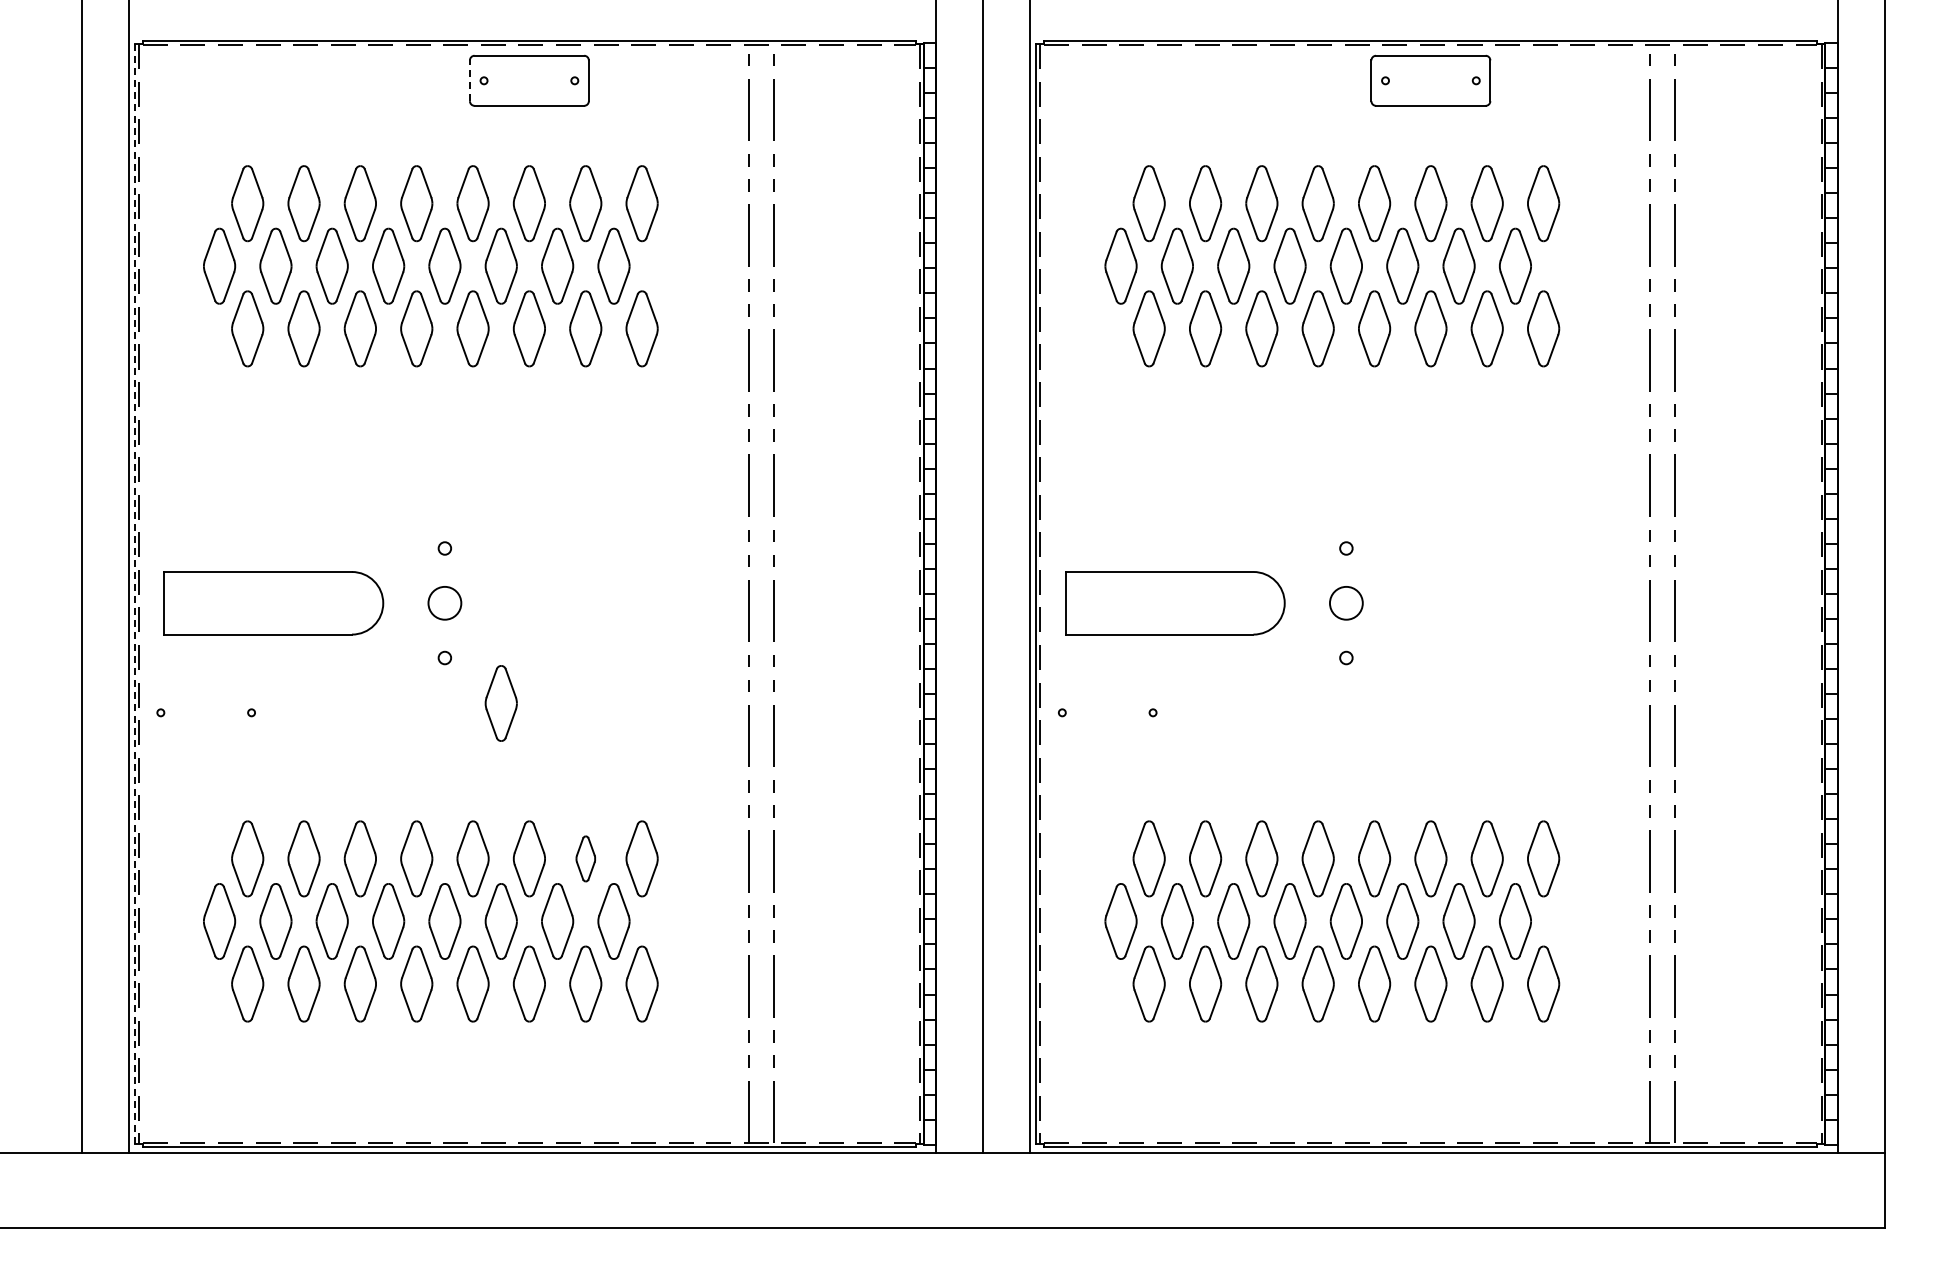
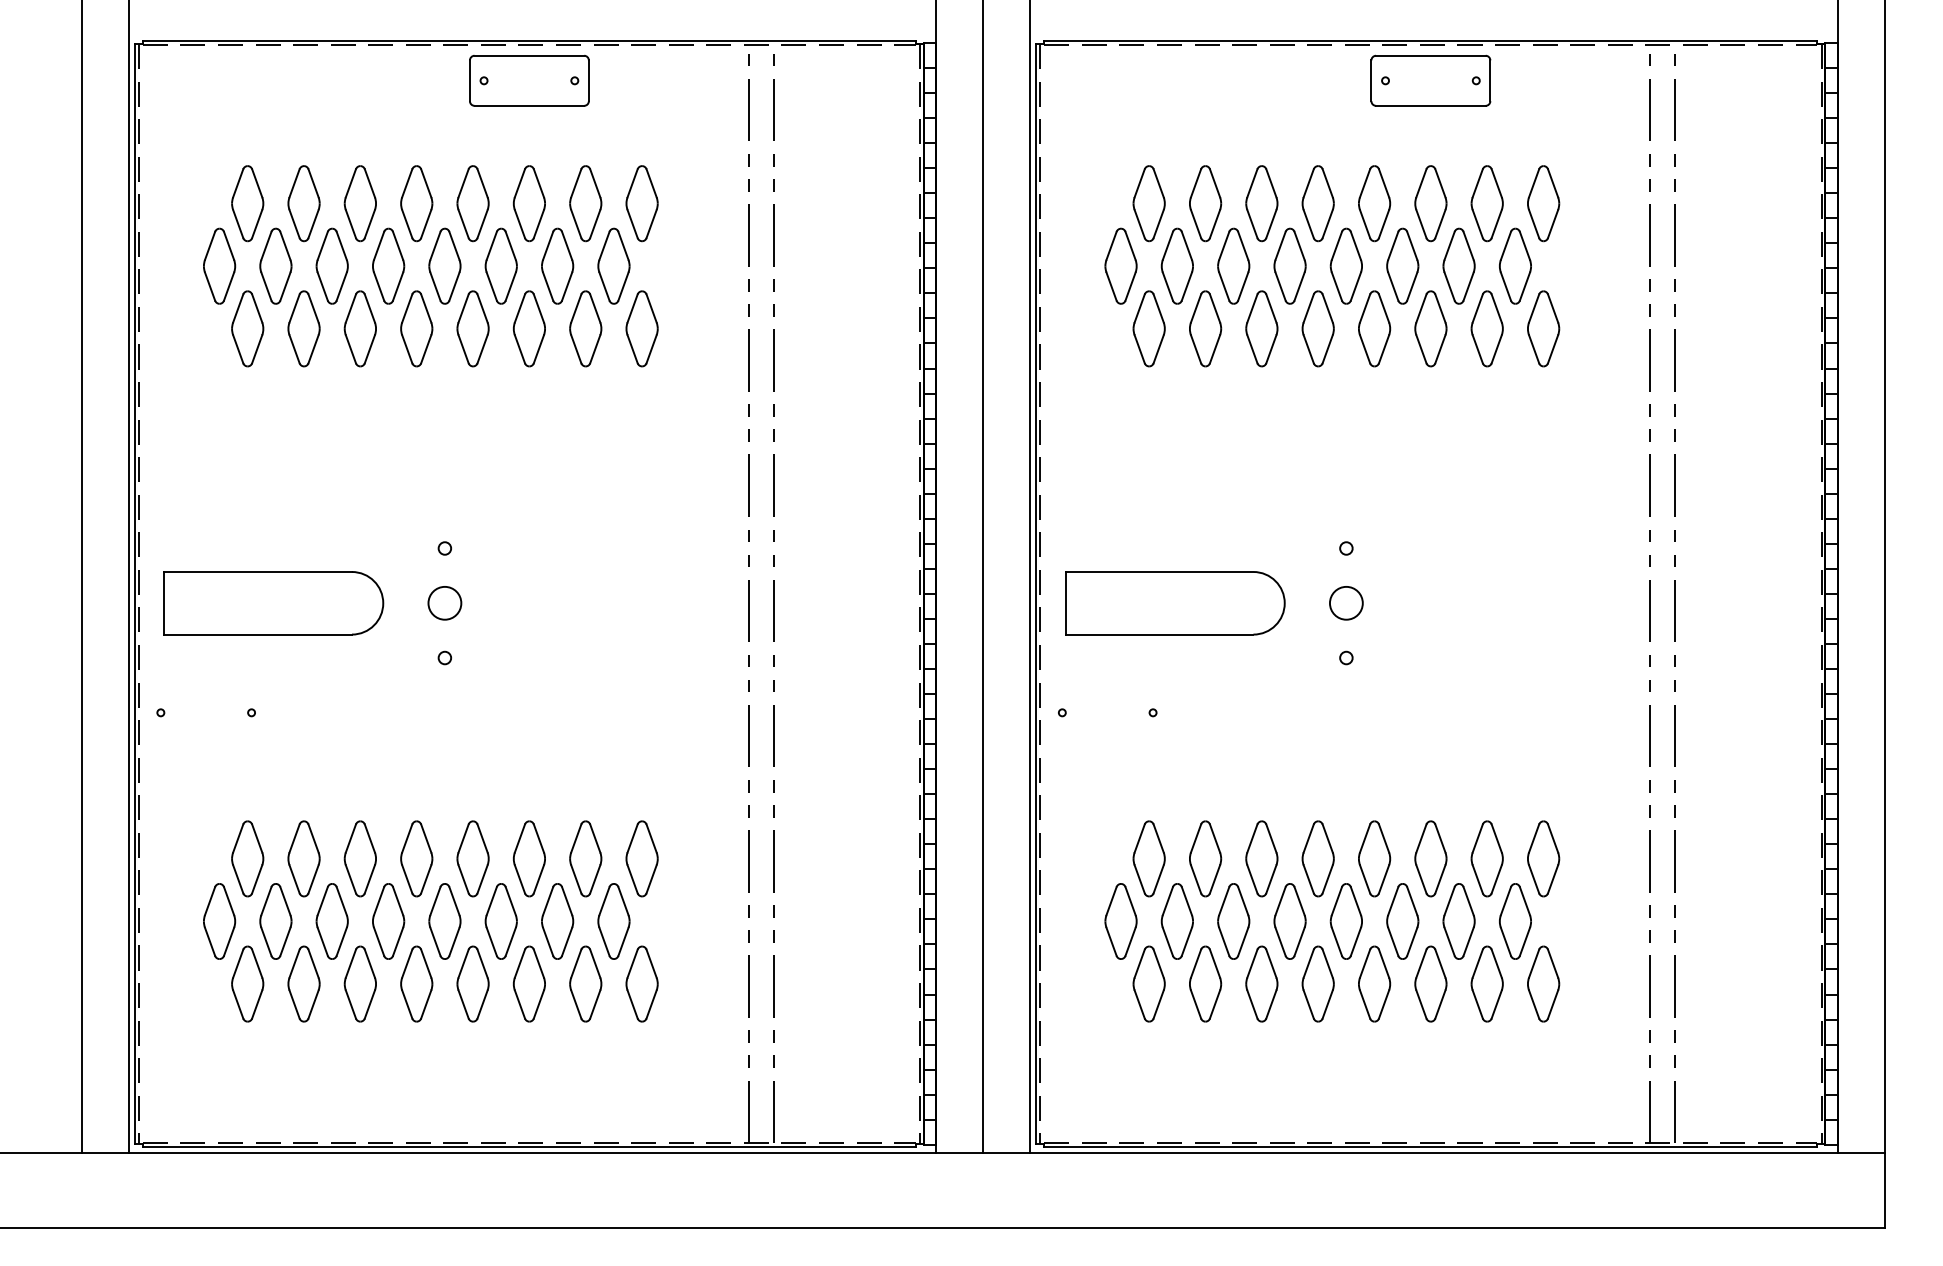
line at (469, 80): dashed -> solid
line at (134, 593): dashed -> solid
part at (500, 703): present -> none
part at (585, 858) size: 21x48 px -> 34x78 px
